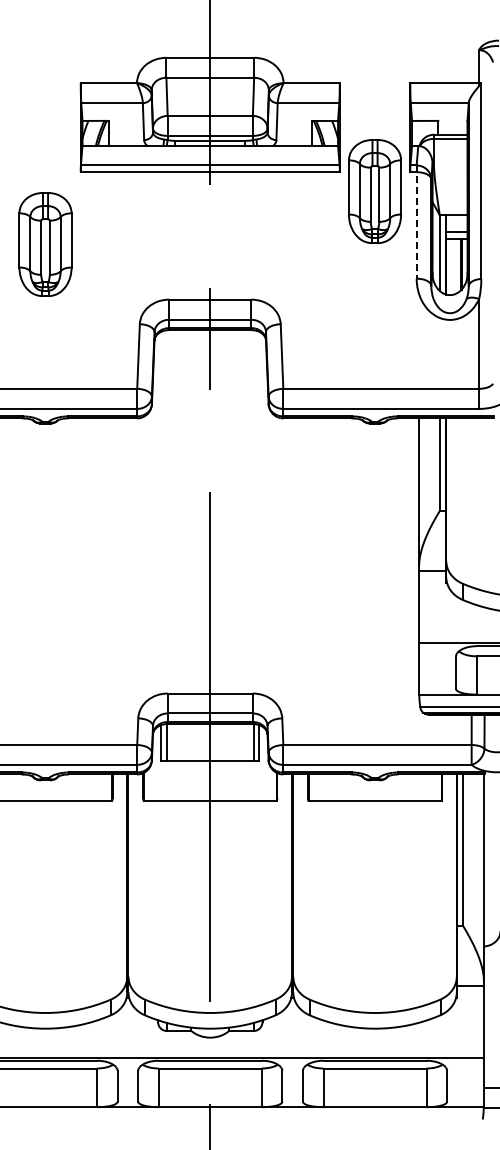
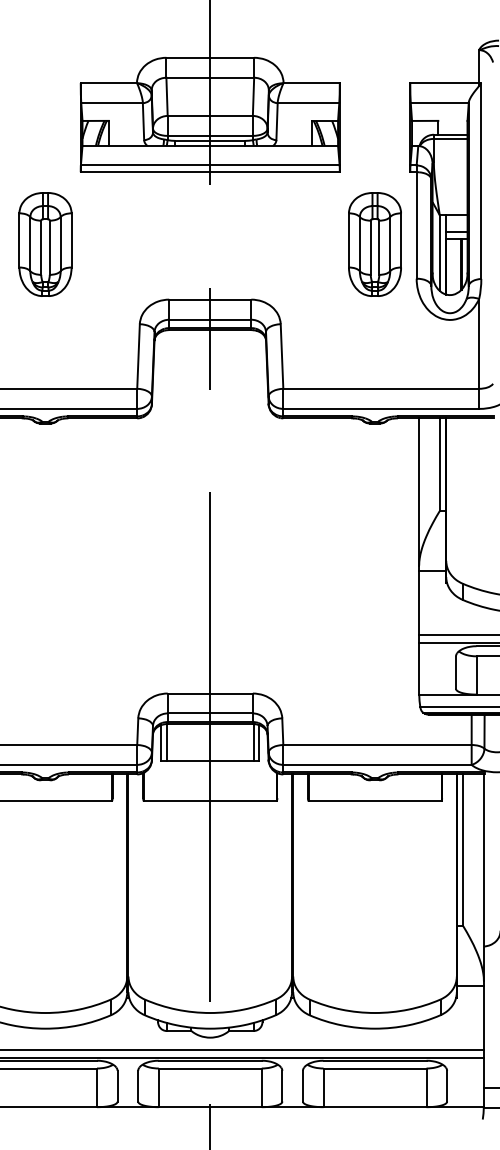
part at (374, 191) position: (374, 191) -> (374, 244)
line at (416, 222): dashed -> solid
line at (457, 635): none -> present
line at (242, 1049): none -> present
